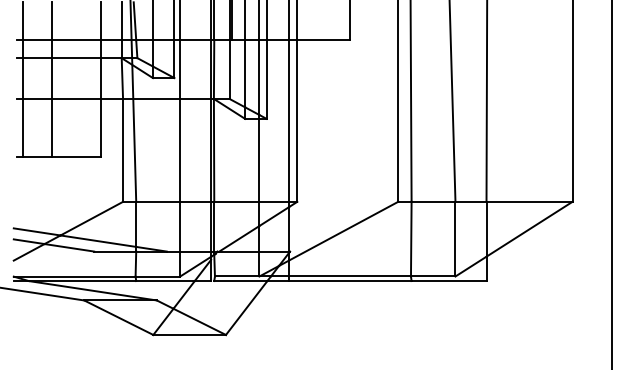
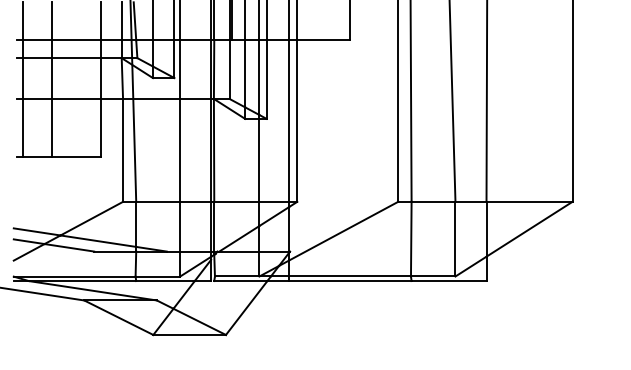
line at (612, 184): present -> none
